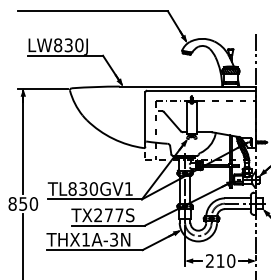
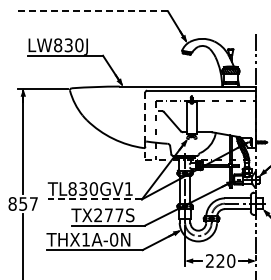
line at (92, 11): solid -> dashed
line at (145, 117): solid -> dashed
line at (95, 199): solid -> dashed
text at (33, 203): 850 -> 857
text at (114, 239): THX1A-3N -> THX1A-0N
text at (220, 260): 210 -> 220
